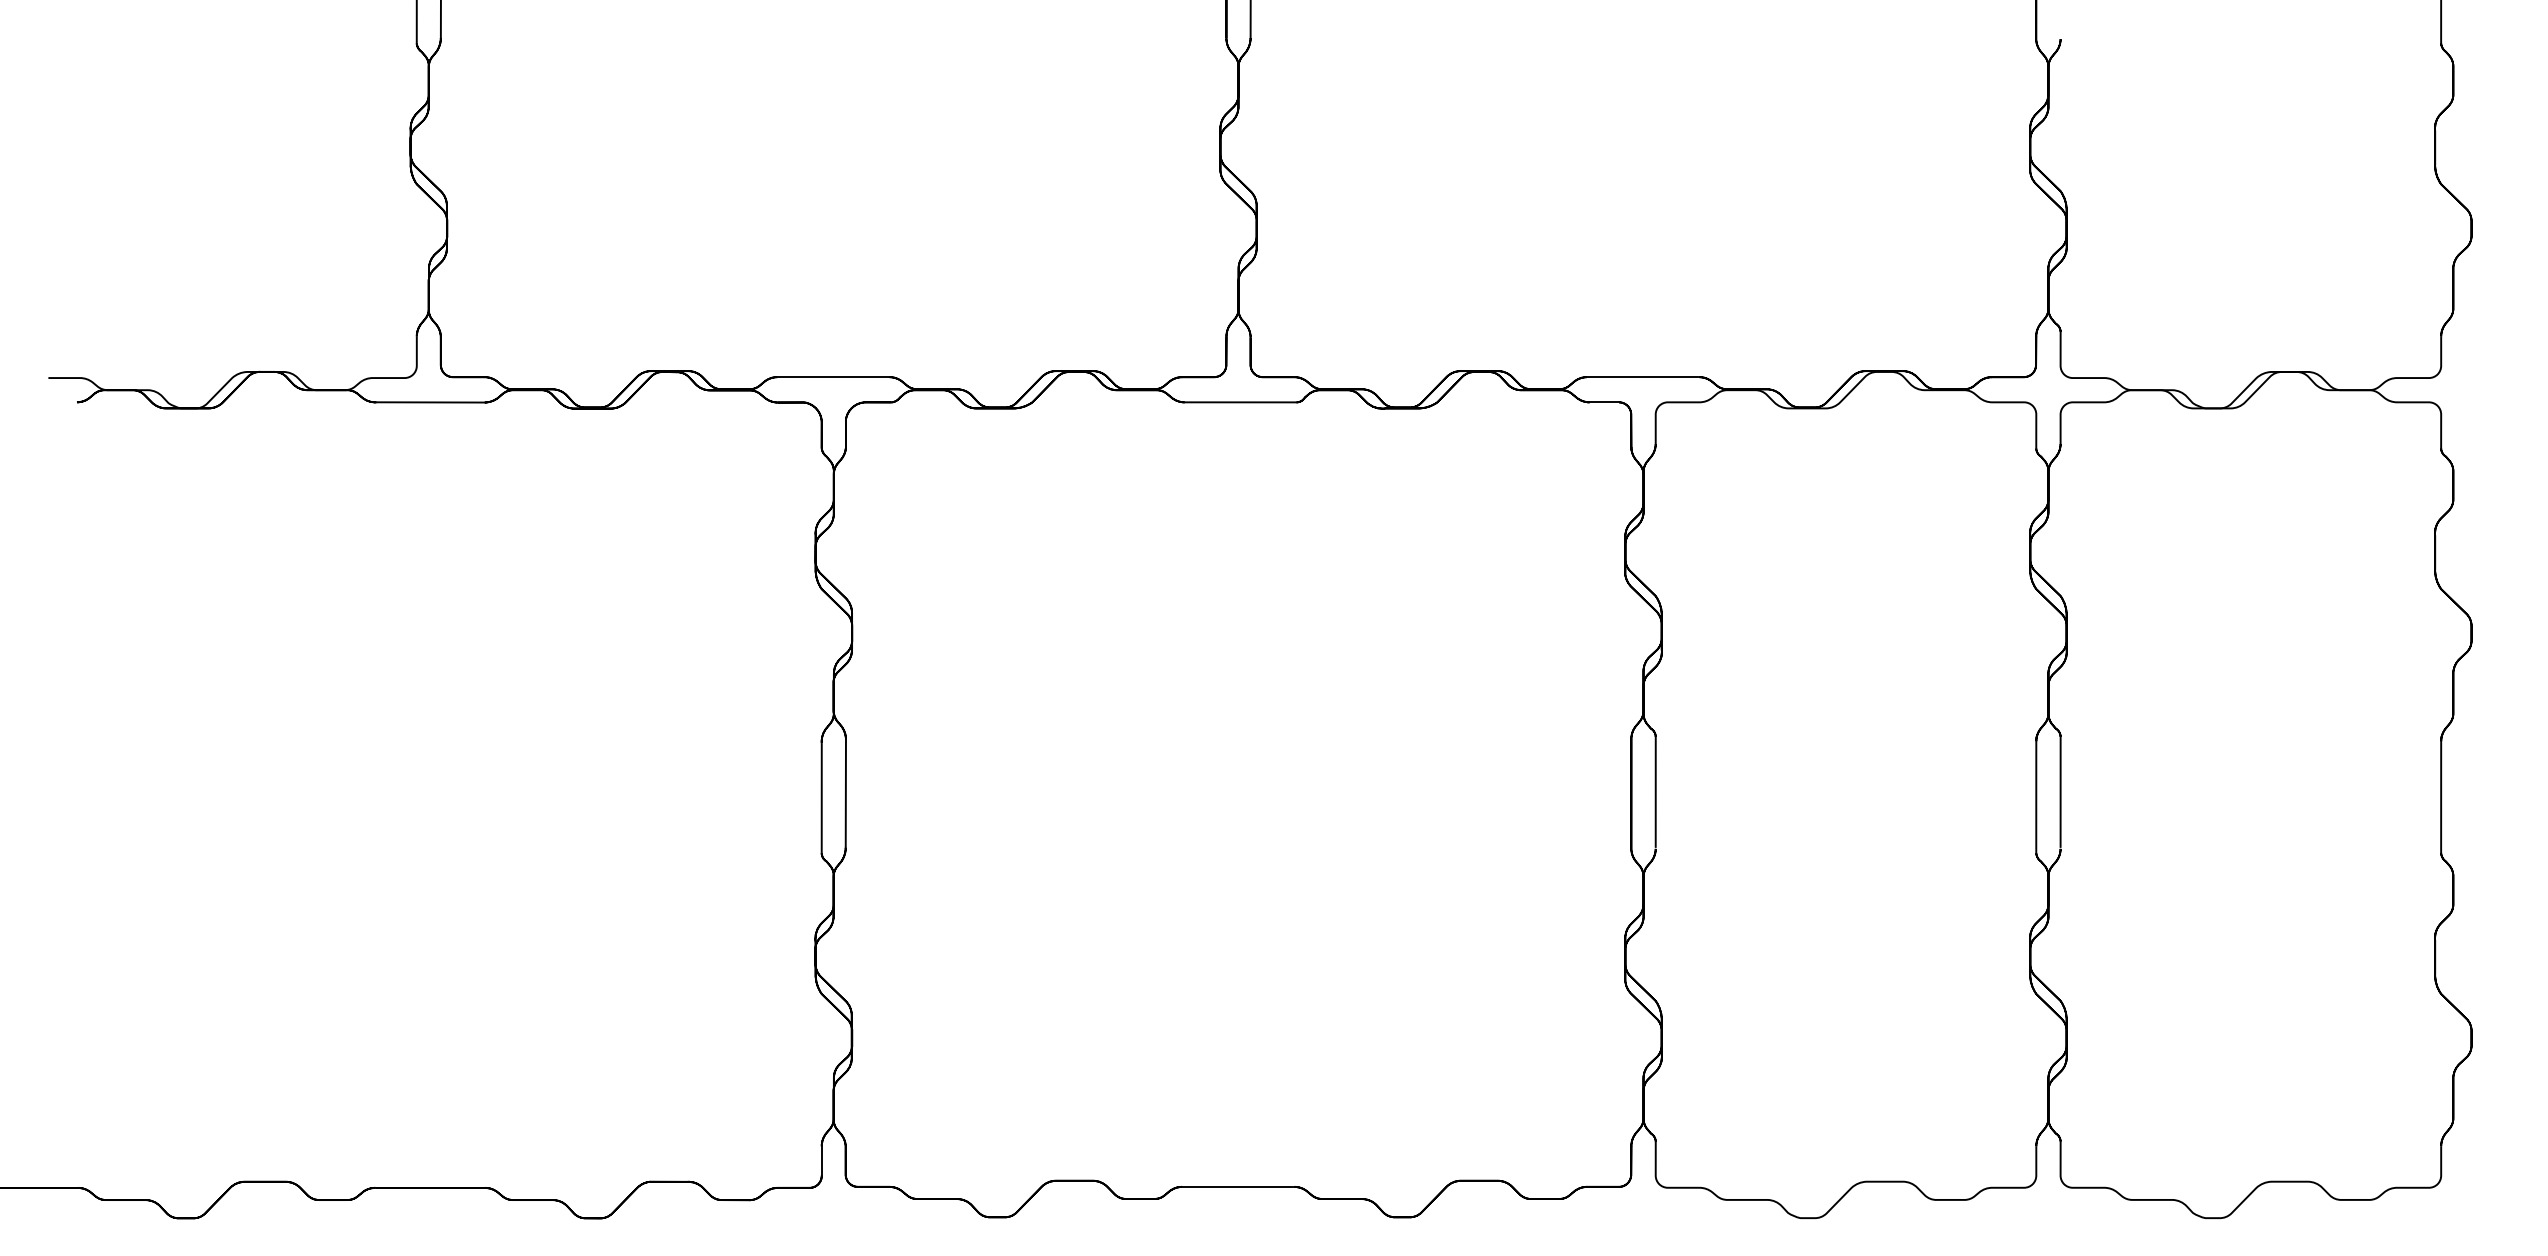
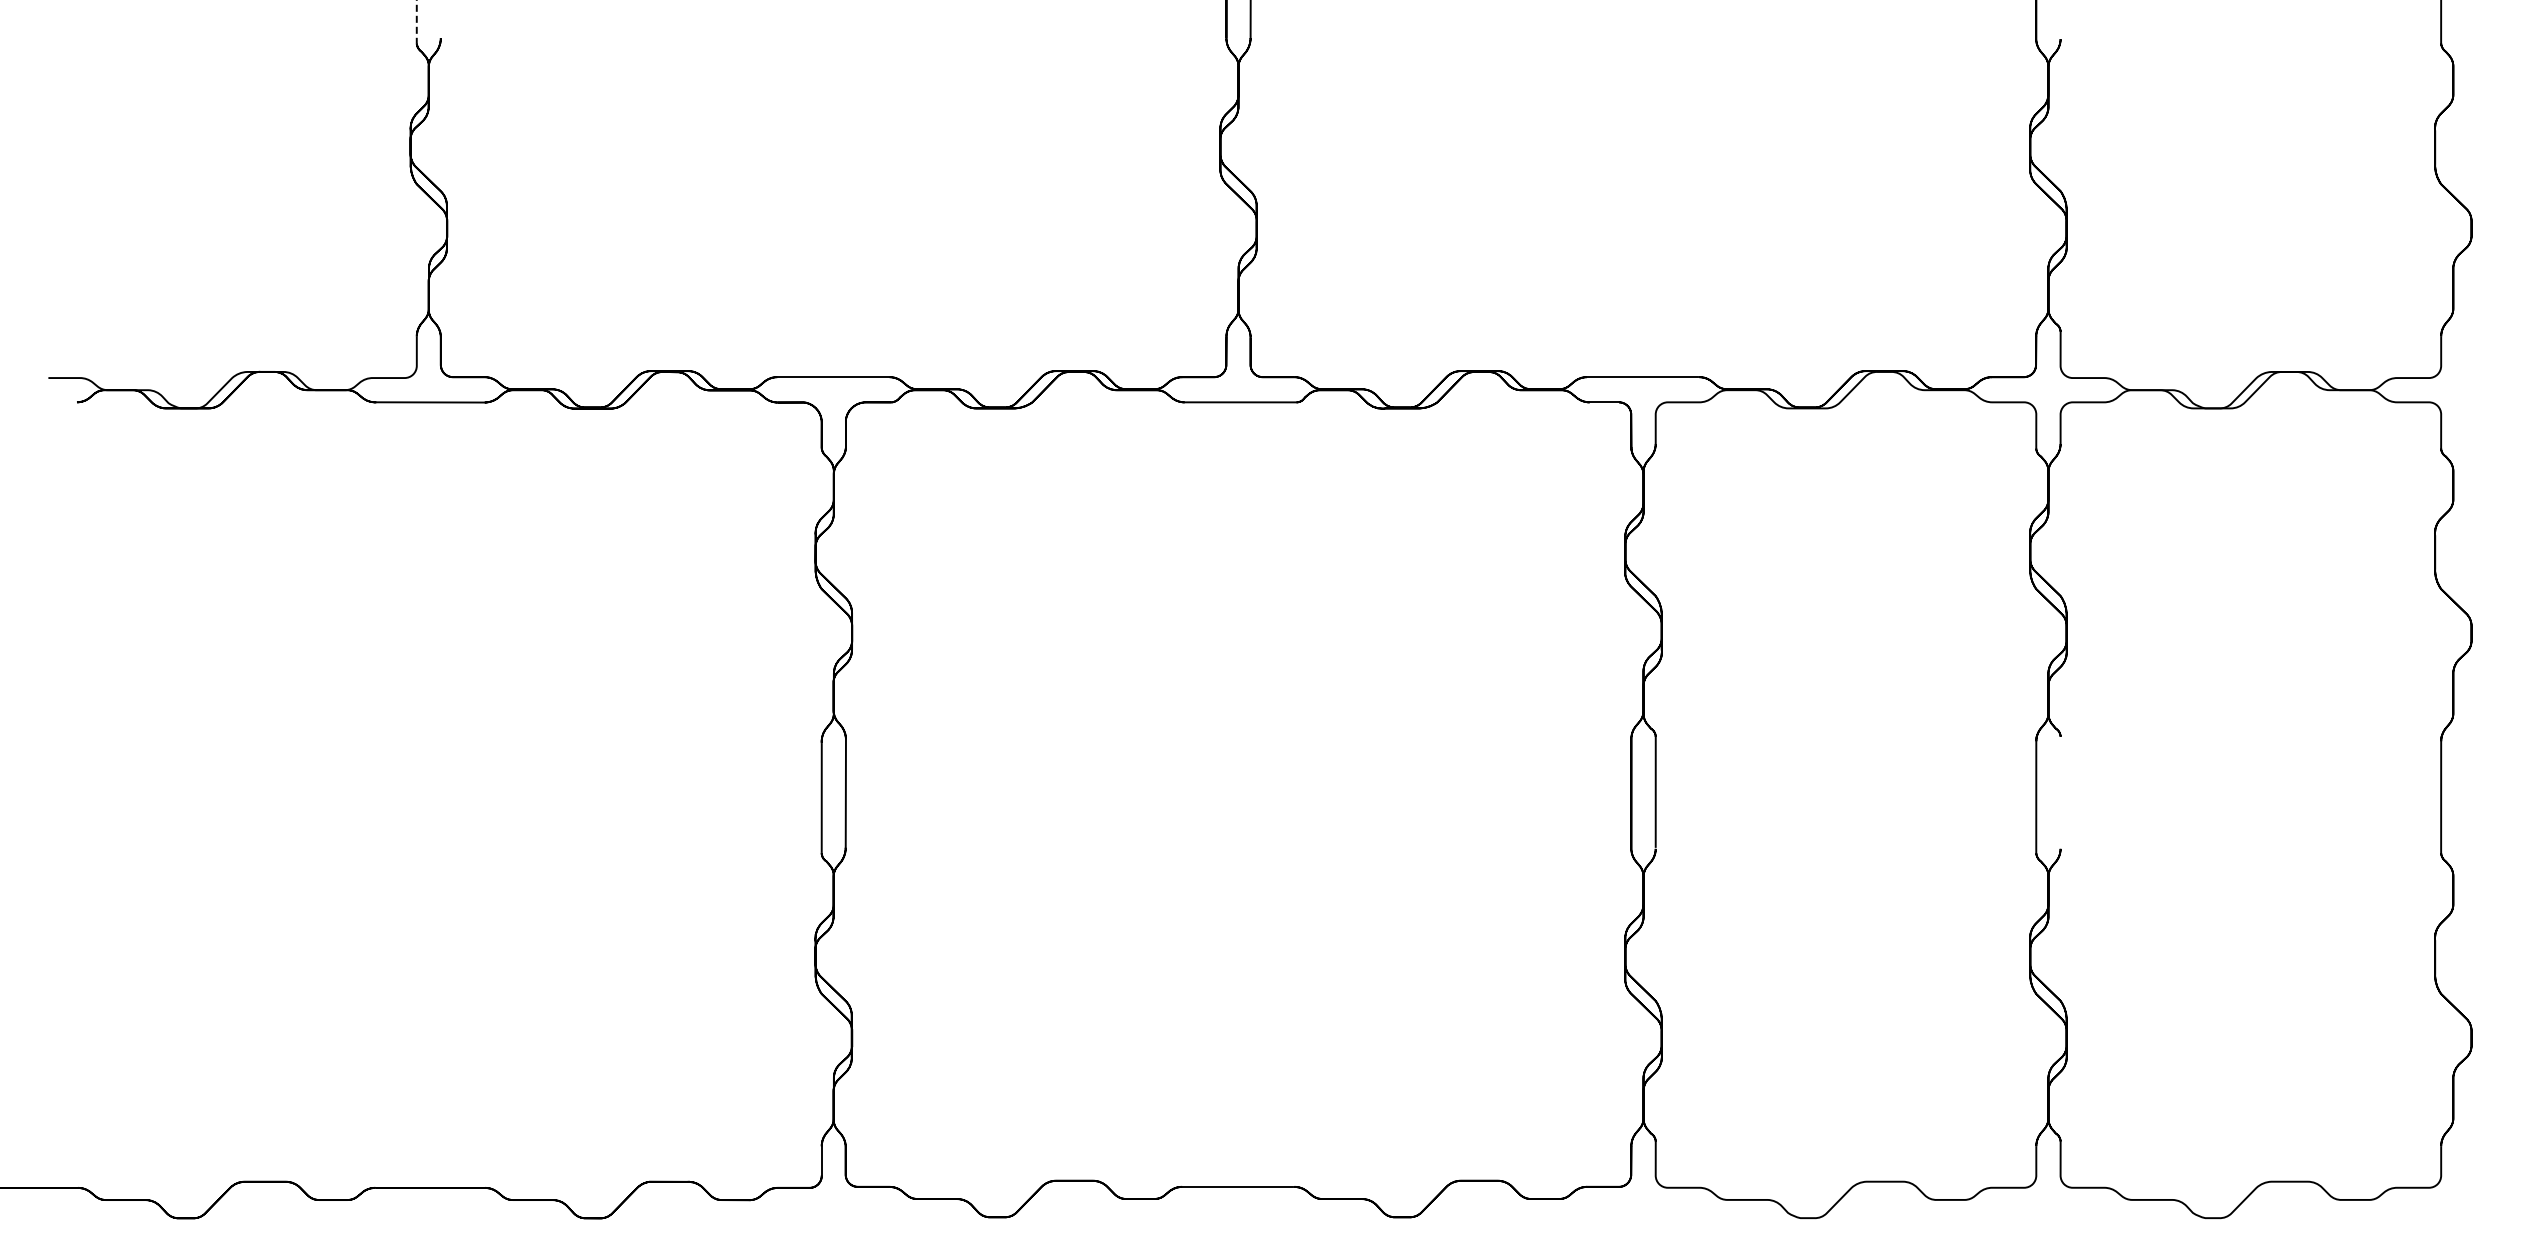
line at (440, 20): present -> none
line at (416, 22): solid -> dashed
line at (2060, 791): present -> none
